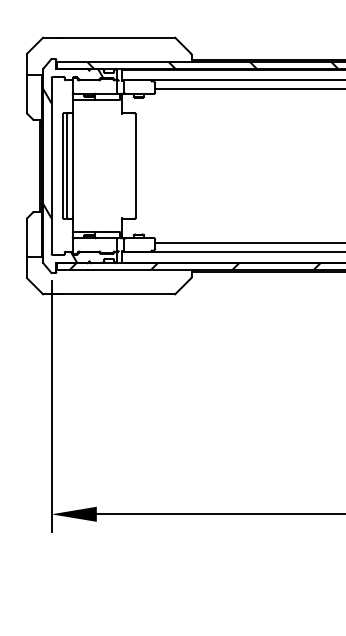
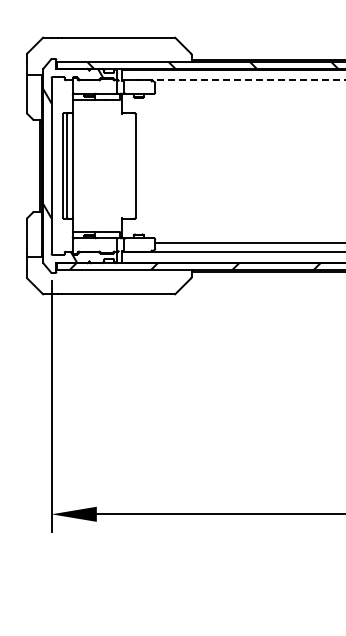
line at (234, 80): solid -> dashed
line at (248, 88): present -> none
